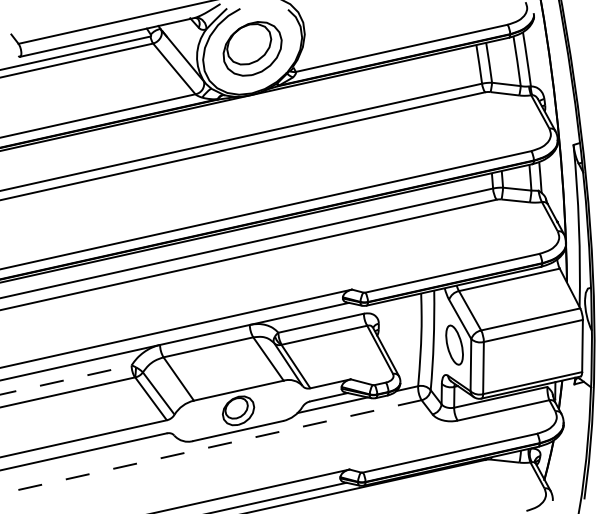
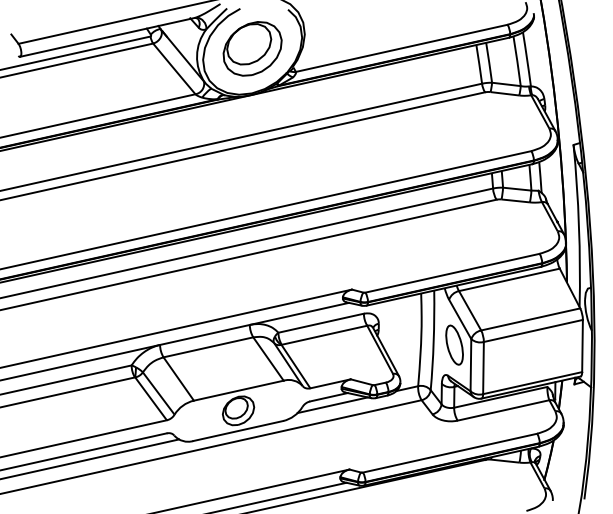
line at (66, 379): dashed -> solid
line at (210, 447): dashed -> solid
line at (90, 458): none -> present
